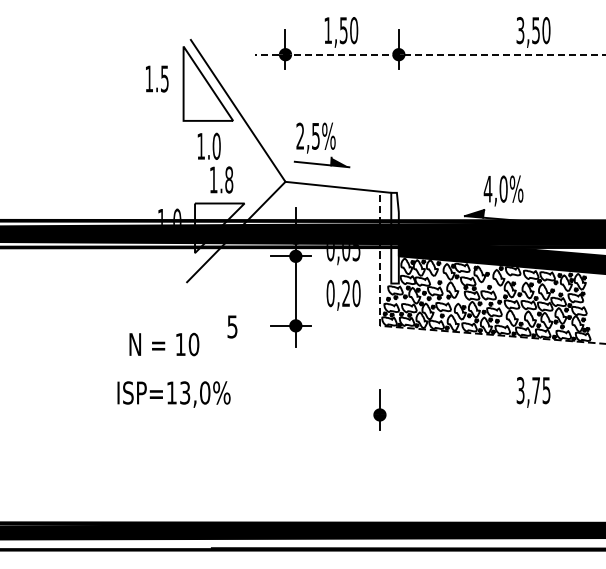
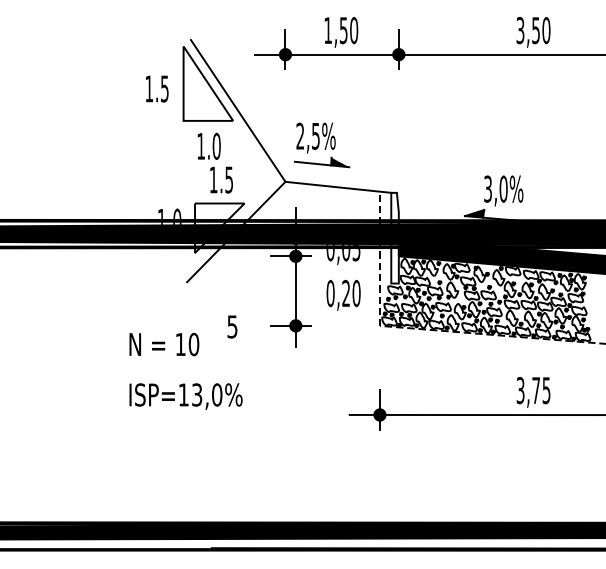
line at (430, 54): dashed -> solid
text at (157, 78) position: (157, 78) -> (157, 88)
text at (229, 179): 1.8 -> 1.5
text at (487, 188): 4,0% -> 3,0%
text at (173, 394) position: (173, 394) -> (185, 396)
line at (475, 414): none -> present
